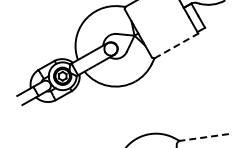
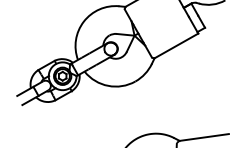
line at (176, 45): dashed -> solid
line at (204, 137): dashed -> solid
